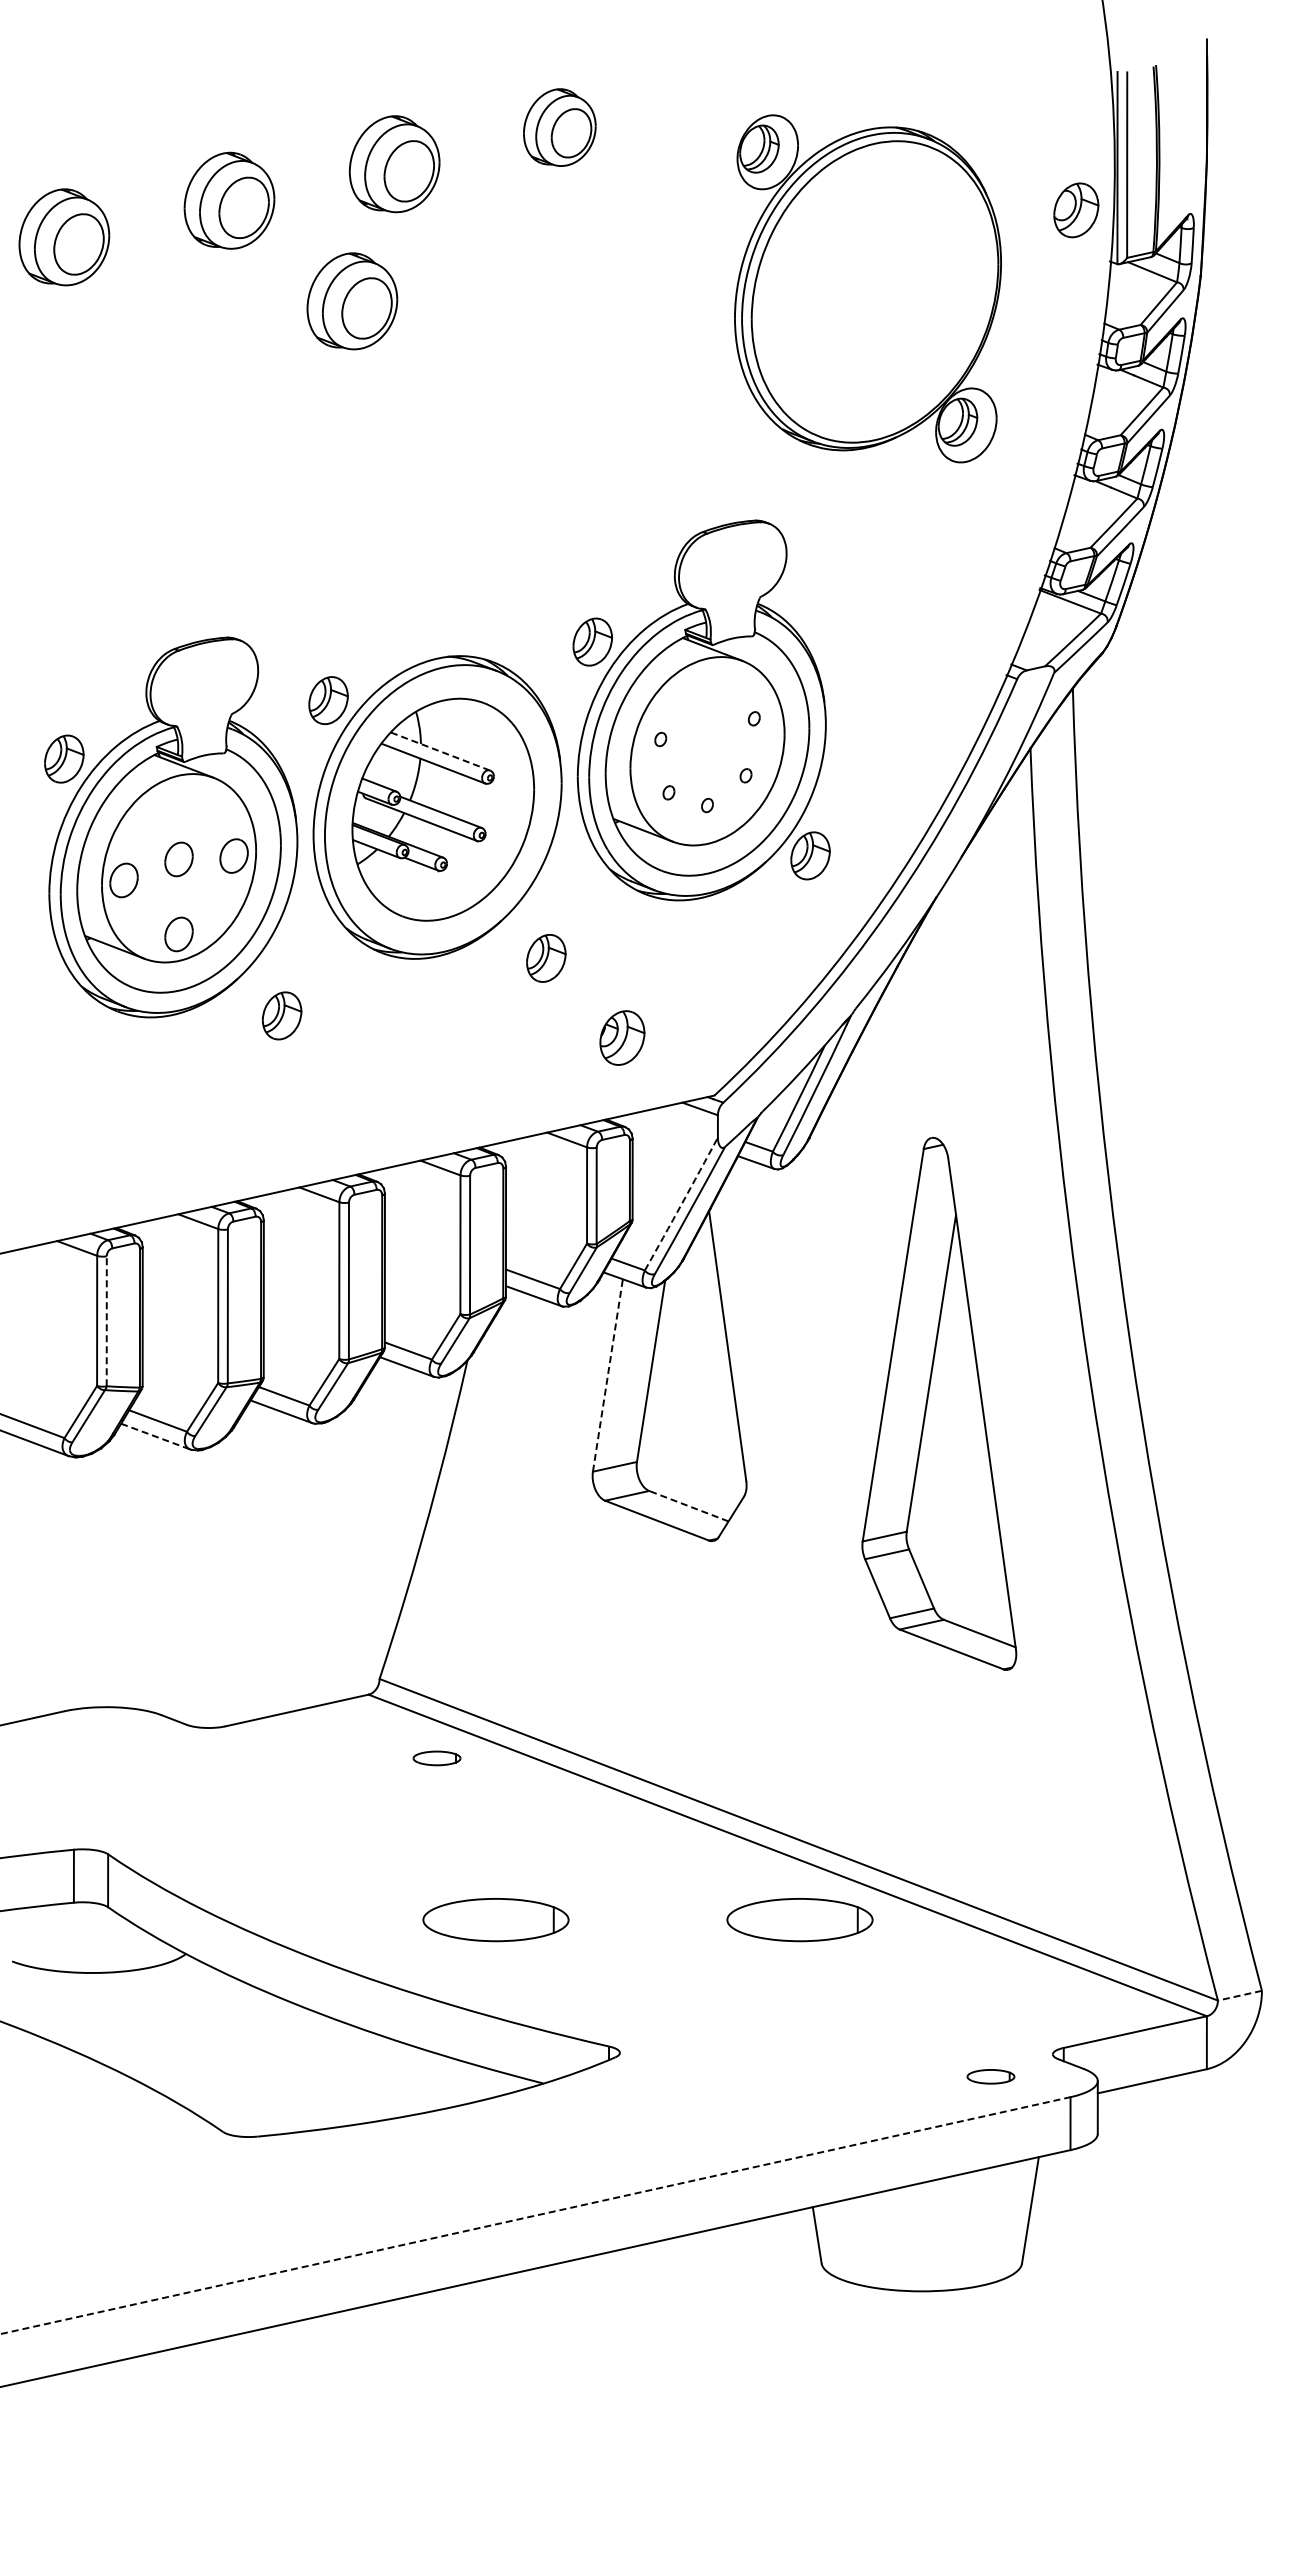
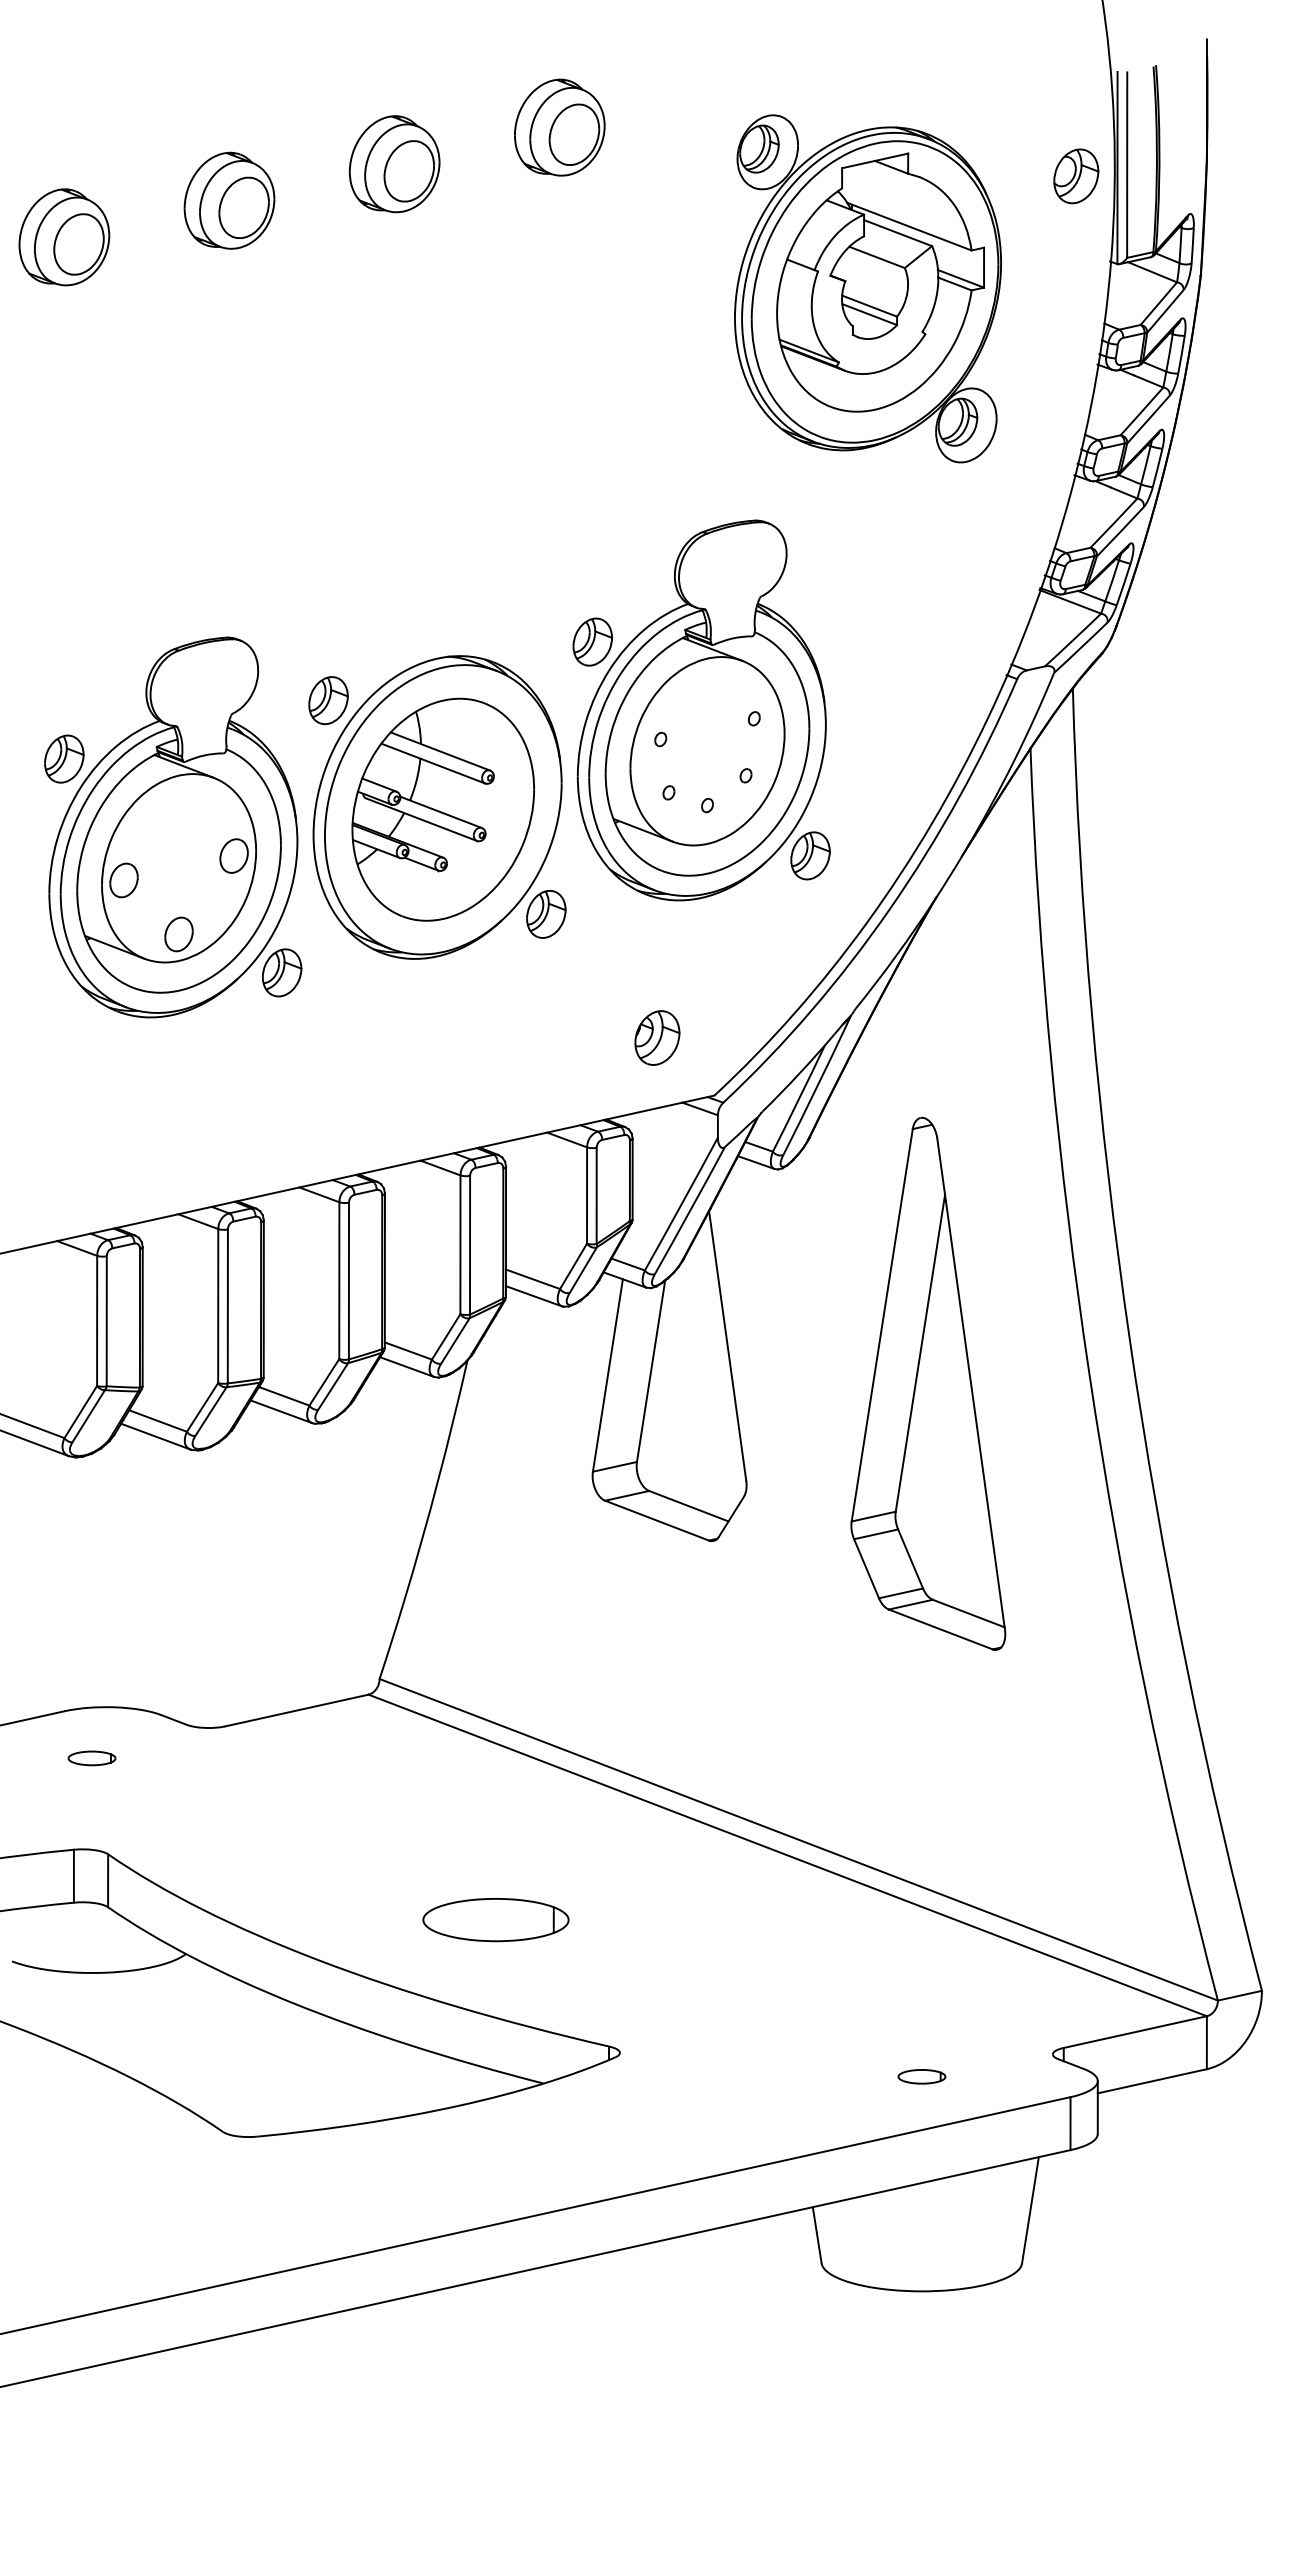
part at (559, 127) size: 74x79 px -> 92x99 px
part at (1076, 210) position: (1076, 210) -> (1076, 176)
part at (880, 282): none -> present
part at (352, 301): present -> none
line at (440, 751): dashed -> solid
part at (178, 859): present -> none
part at (546, 958) position: (546, 958) -> (546, 914)
part at (282, 1015) position: (282, 1015) -> (282, 972)
part at (622, 1037) position: (622, 1037) -> (657, 1037)
arc at (681, 1204): dashed -> solid
line at (106, 1320): dashed -> solid
line at (608, 1375): dashed -> solid
part at (939, 1403) position: (939, 1403) -> (928, 1383)
line at (155, 1436): dashed -> solid
line at (688, 1506): dashed -> solid
part at (436, 1758) position: (436, 1758) -> (91, 1758)
part at (799, 1920): present -> none
line at (1239, 1995): dashed -> solid
part at (990, 2076) position: (990, 2076) -> (921, 2076)
line at (535, 2215): dashed -> solid
